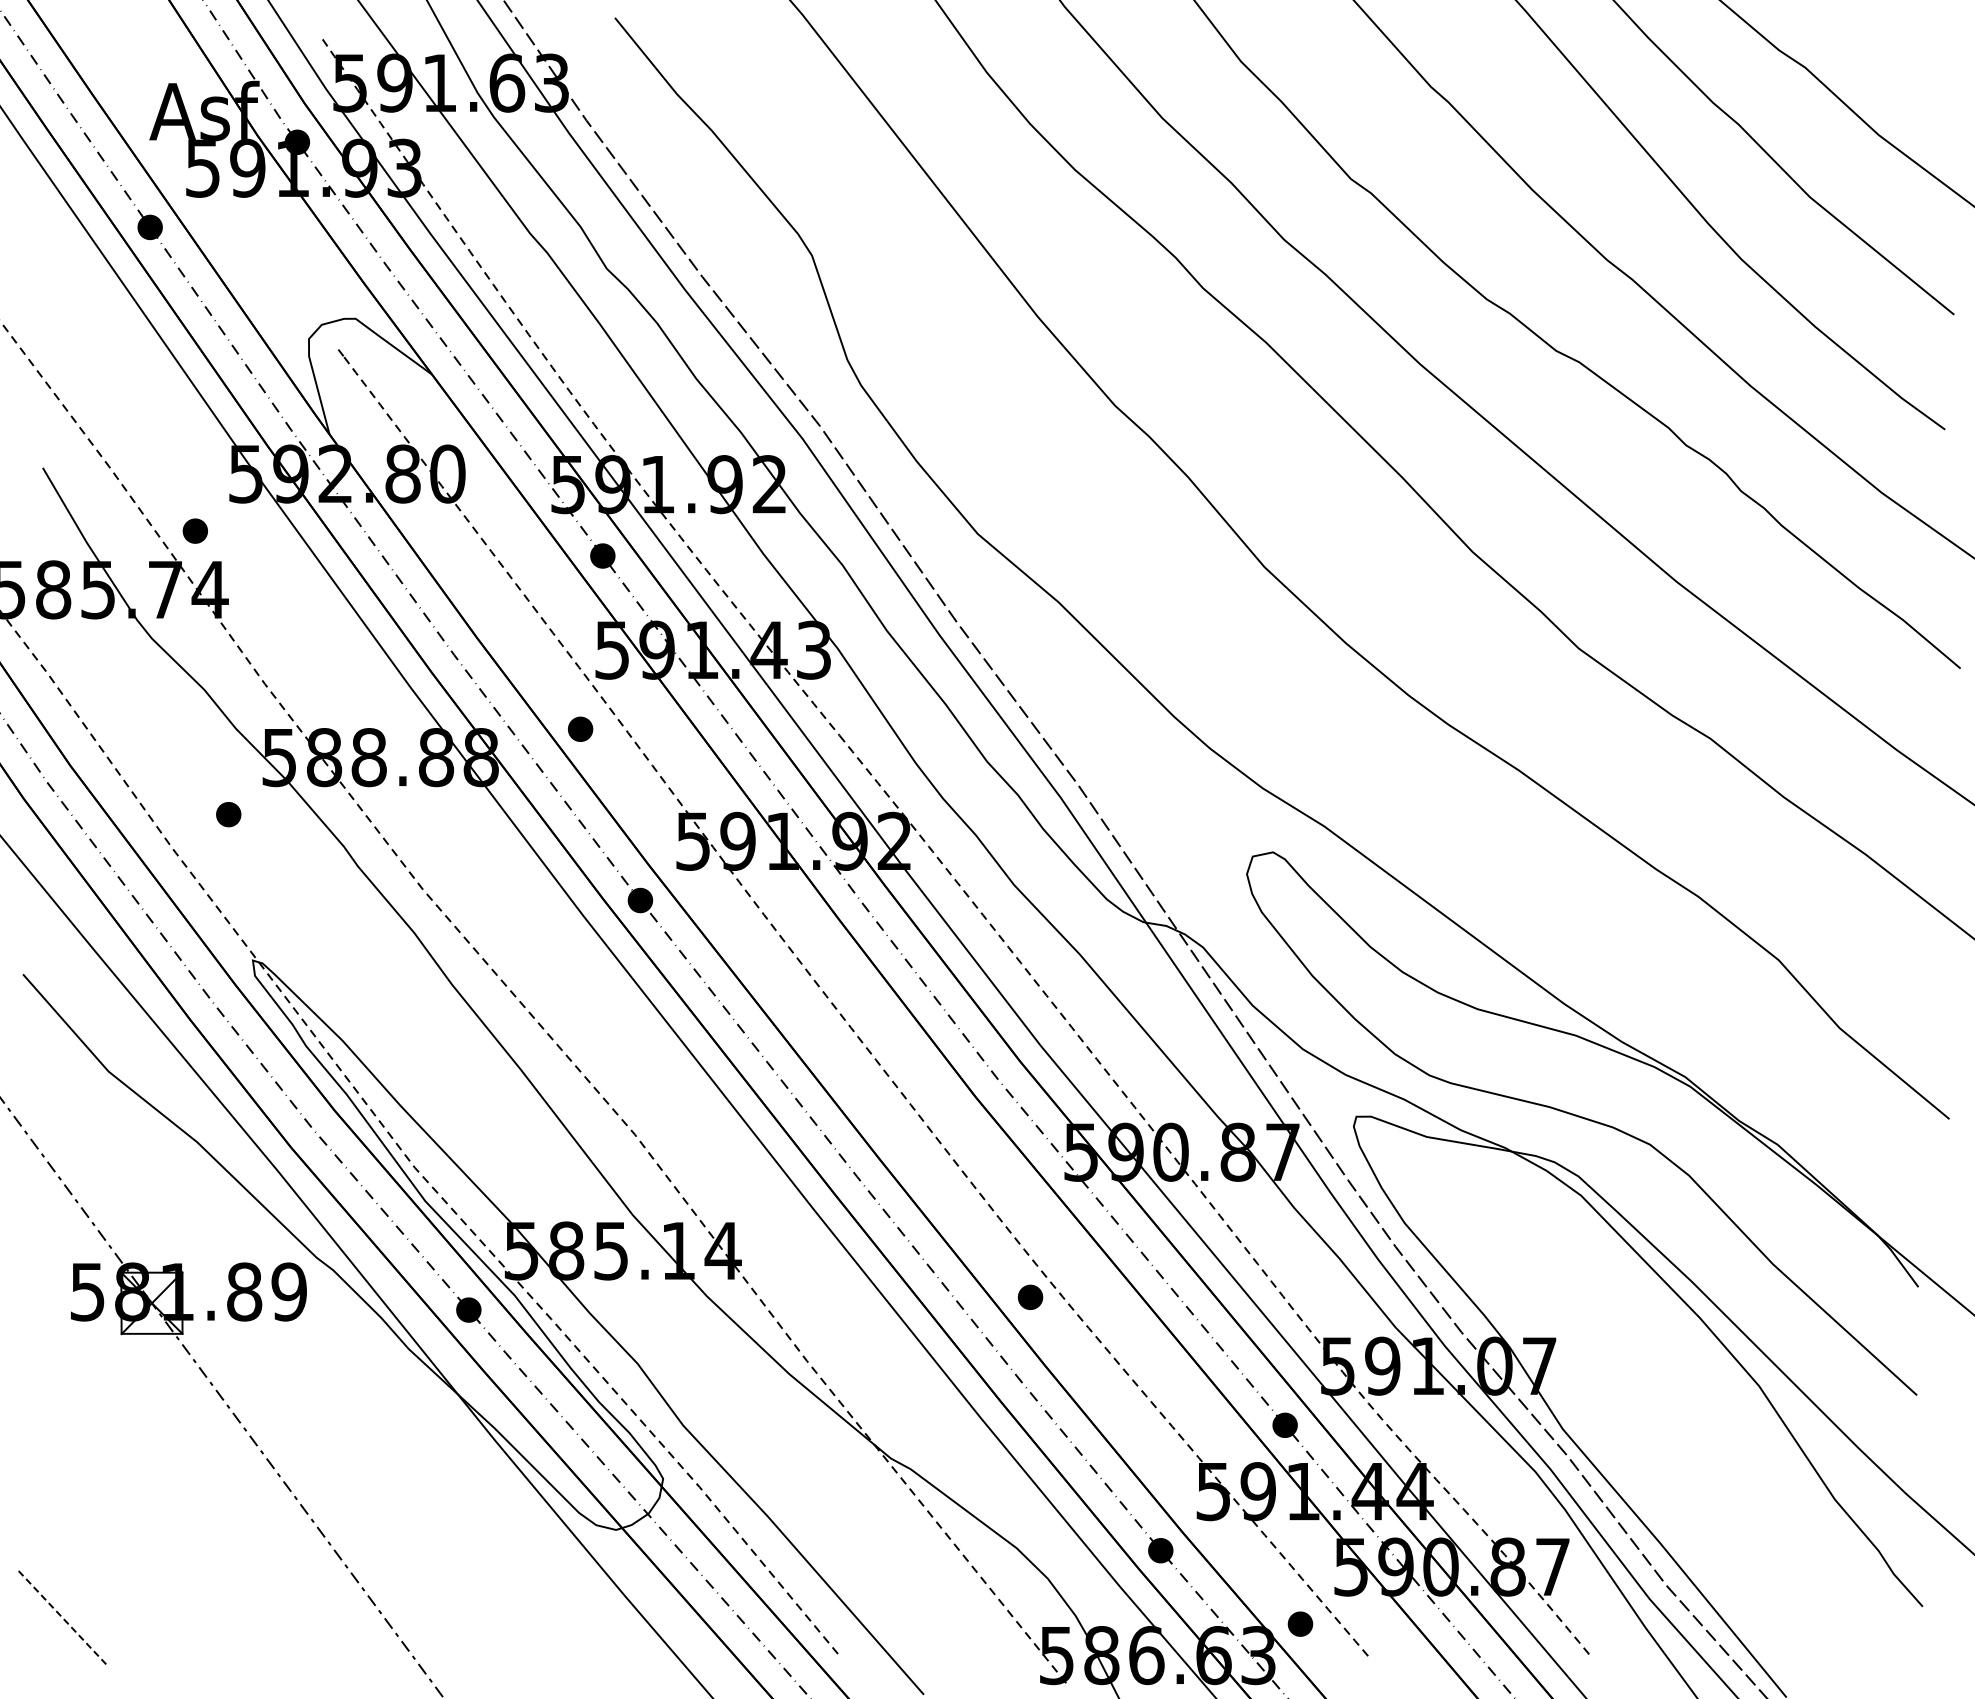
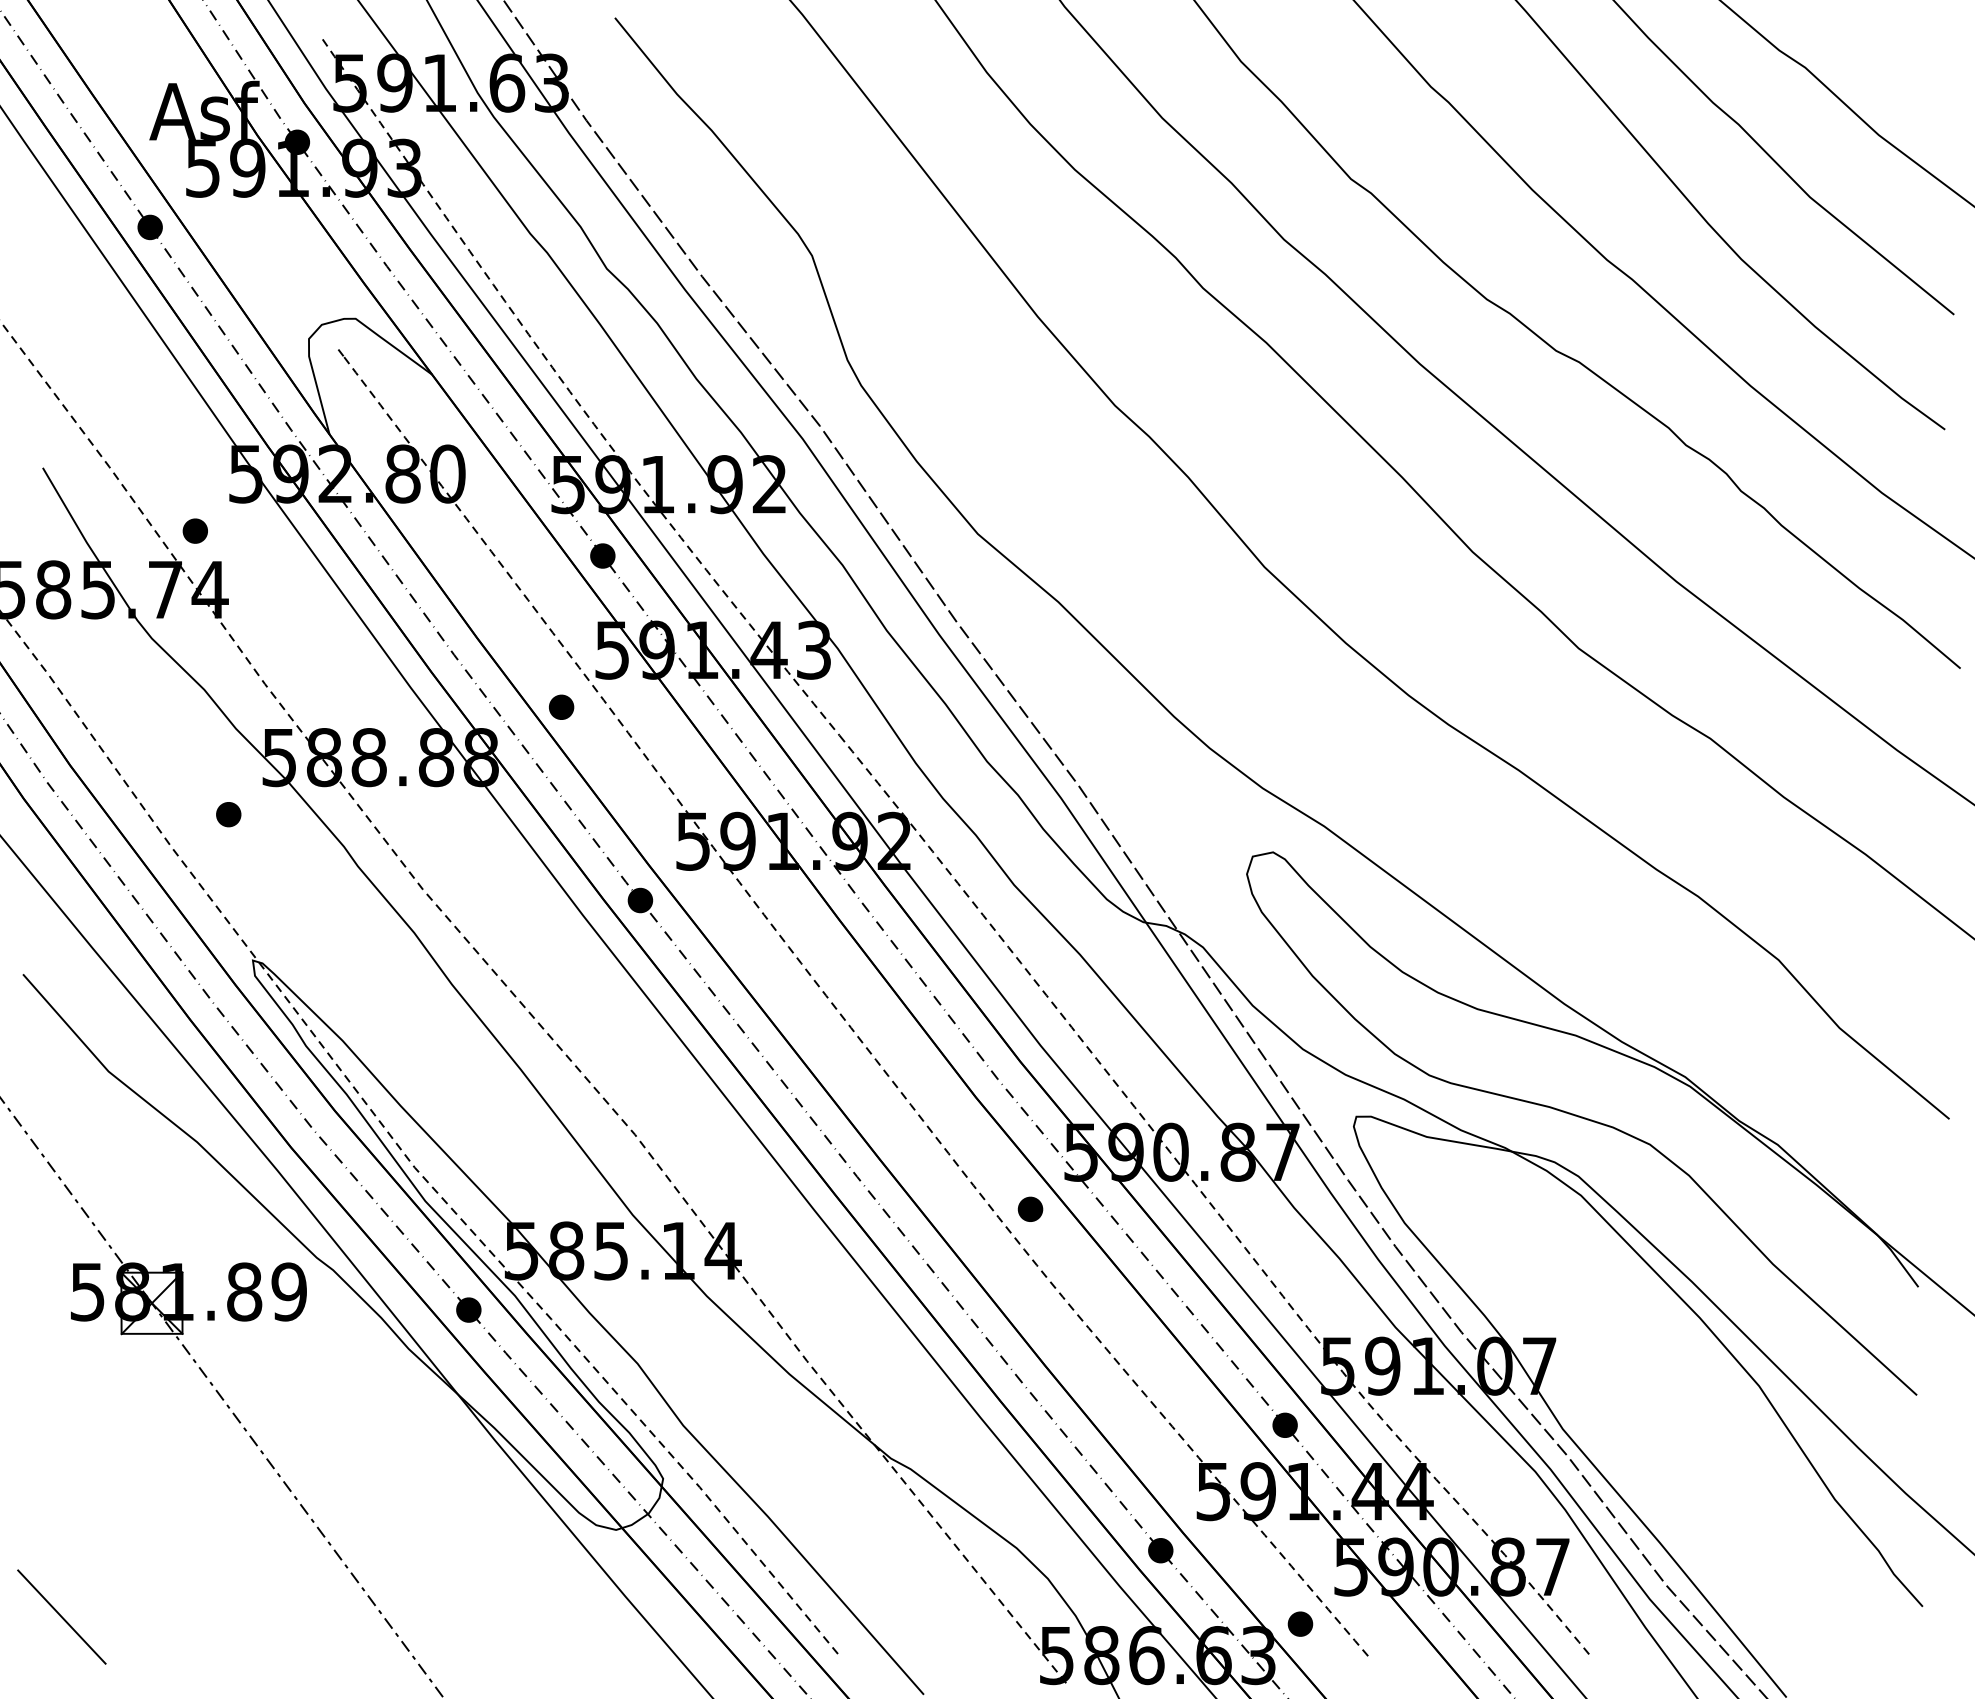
part at (580, 728) position: (580, 728) -> (561, 706)
part at (1030, 1296) position: (1030, 1296) -> (1030, 1208)
line at (61, 1617): dashed -> solid
